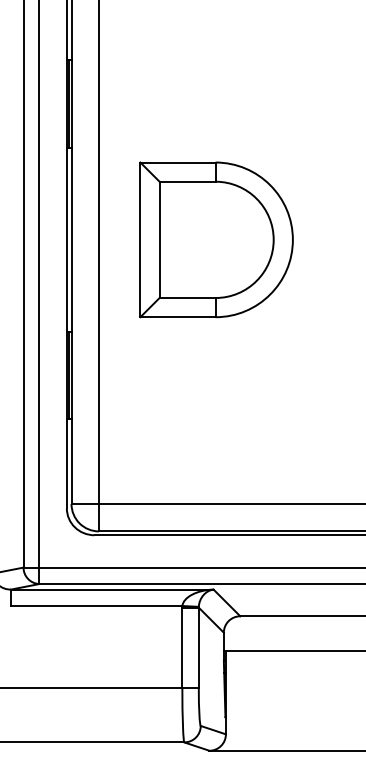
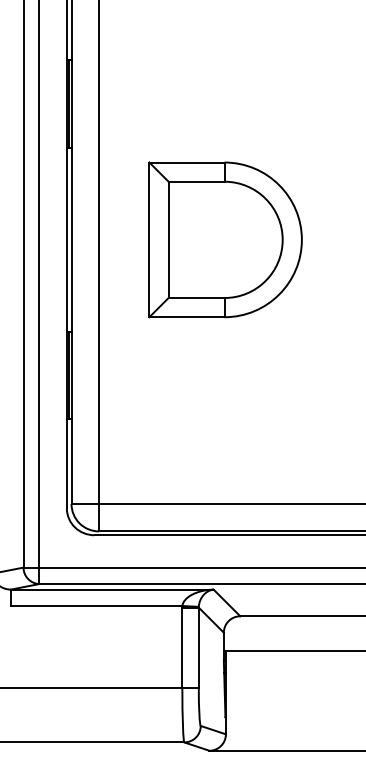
part at (216, 239) position: (216, 239) -> (225, 239)
